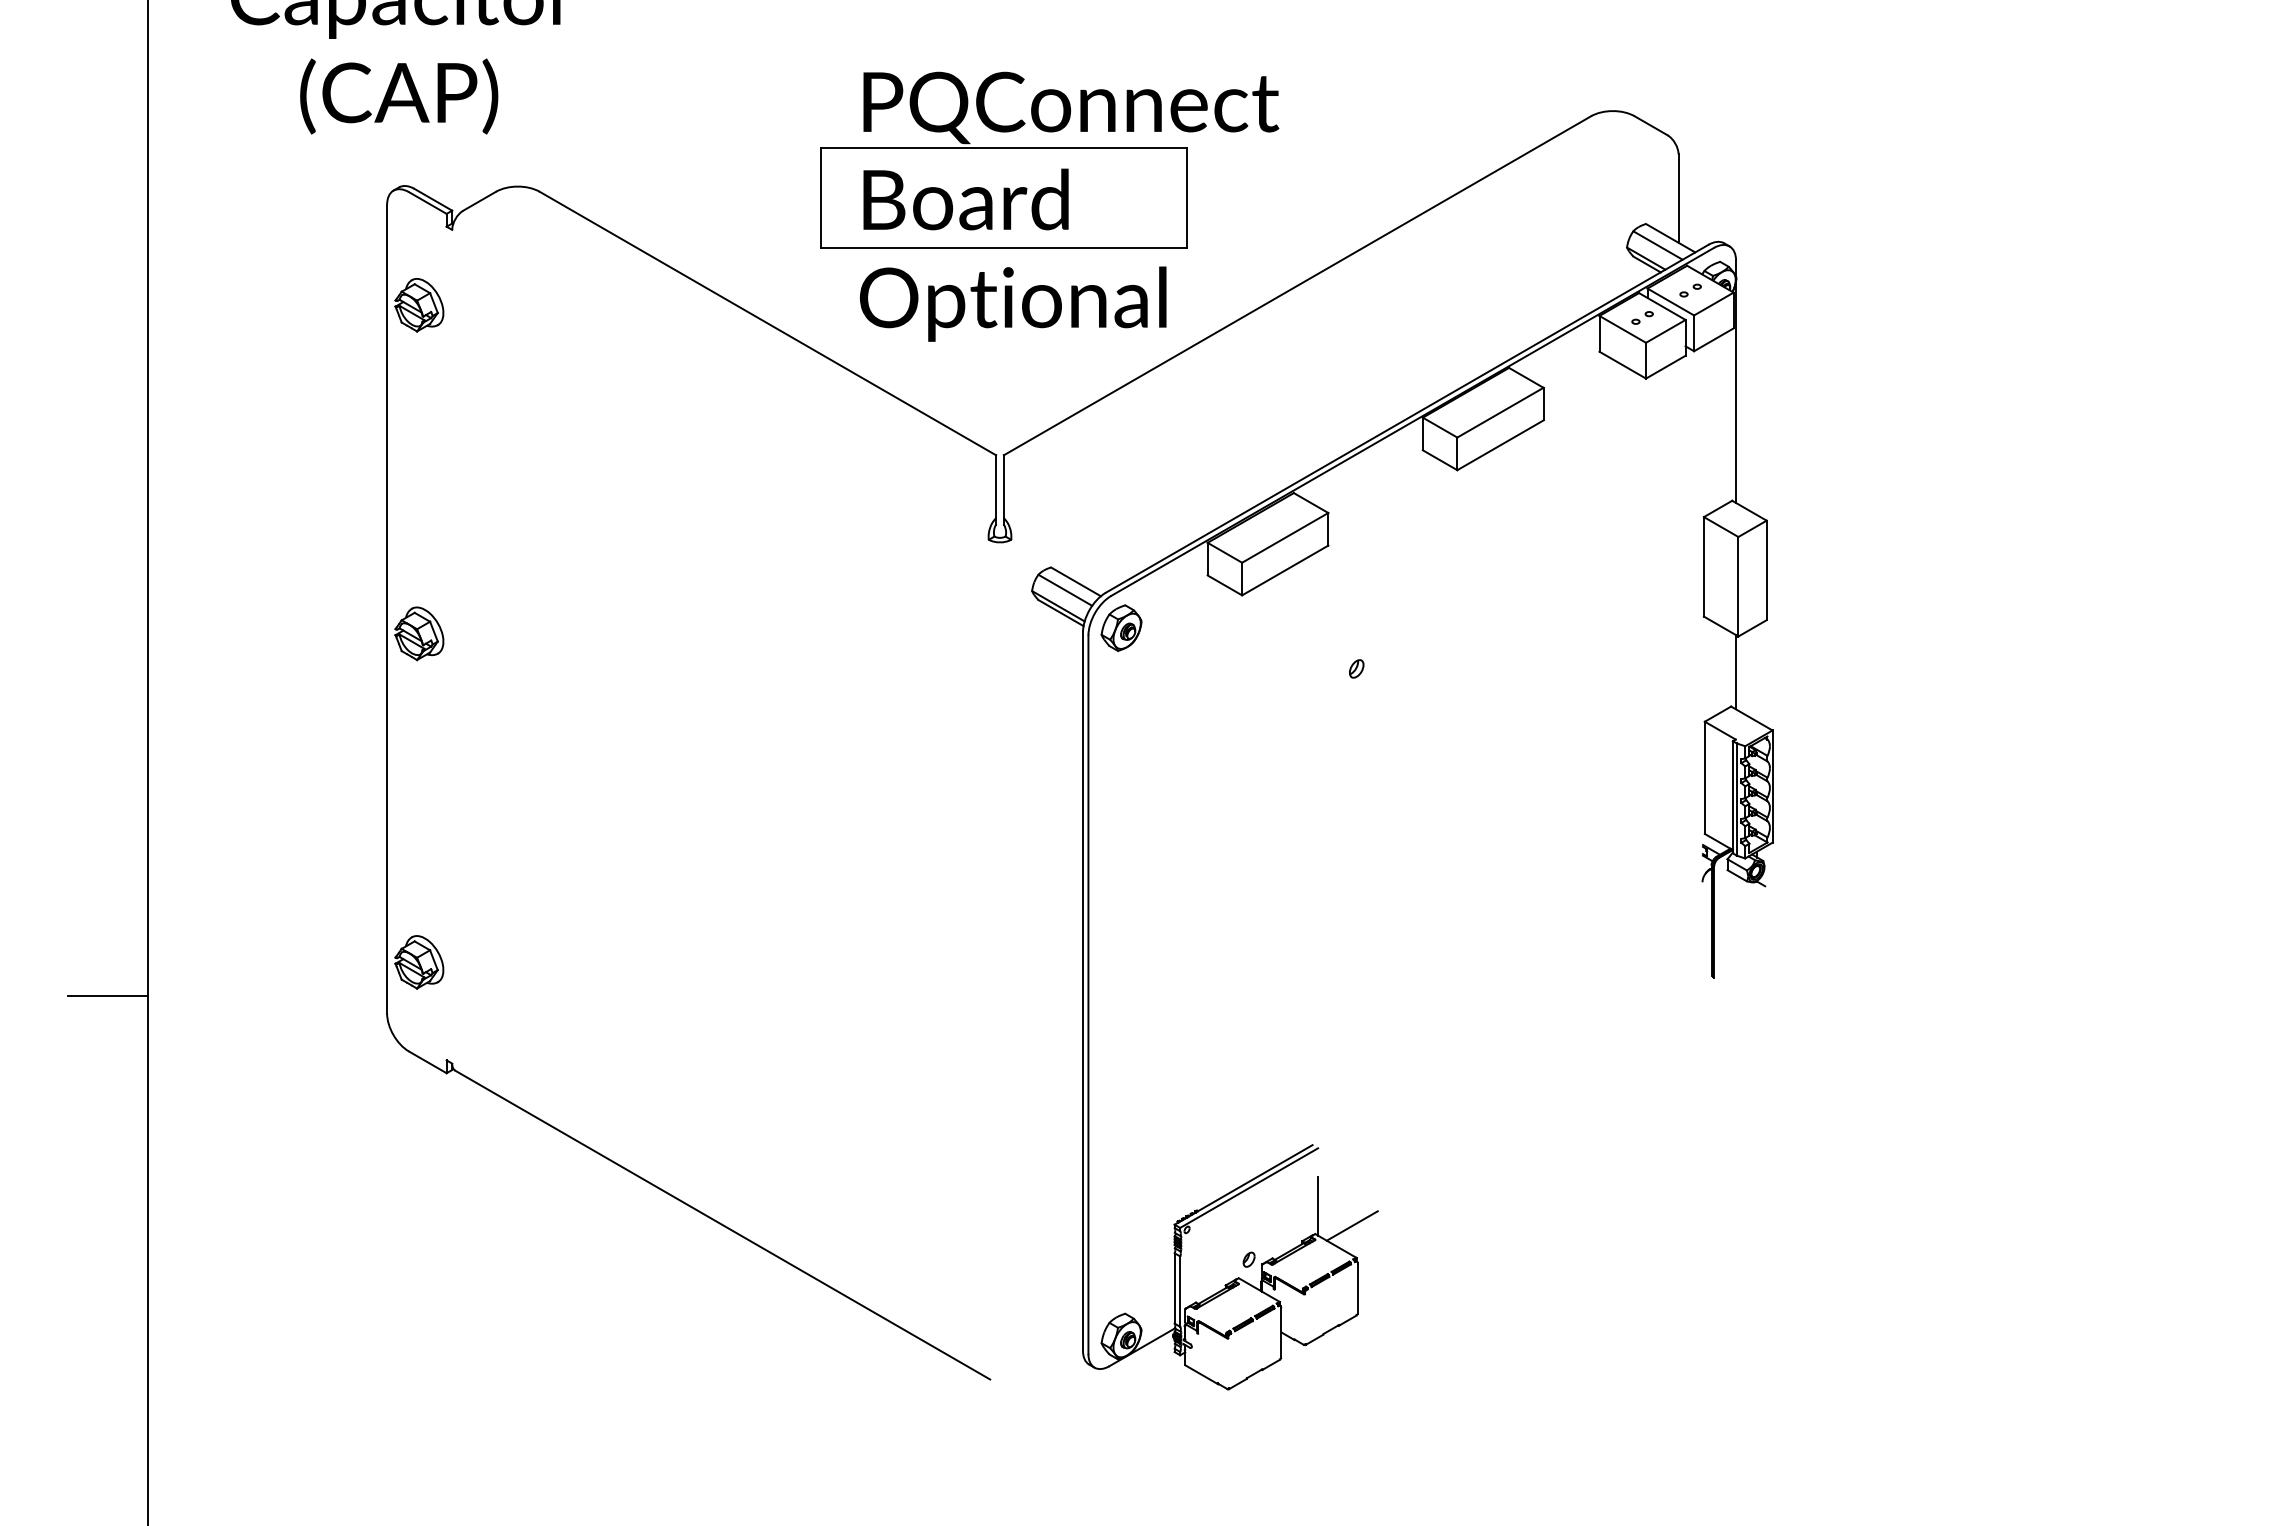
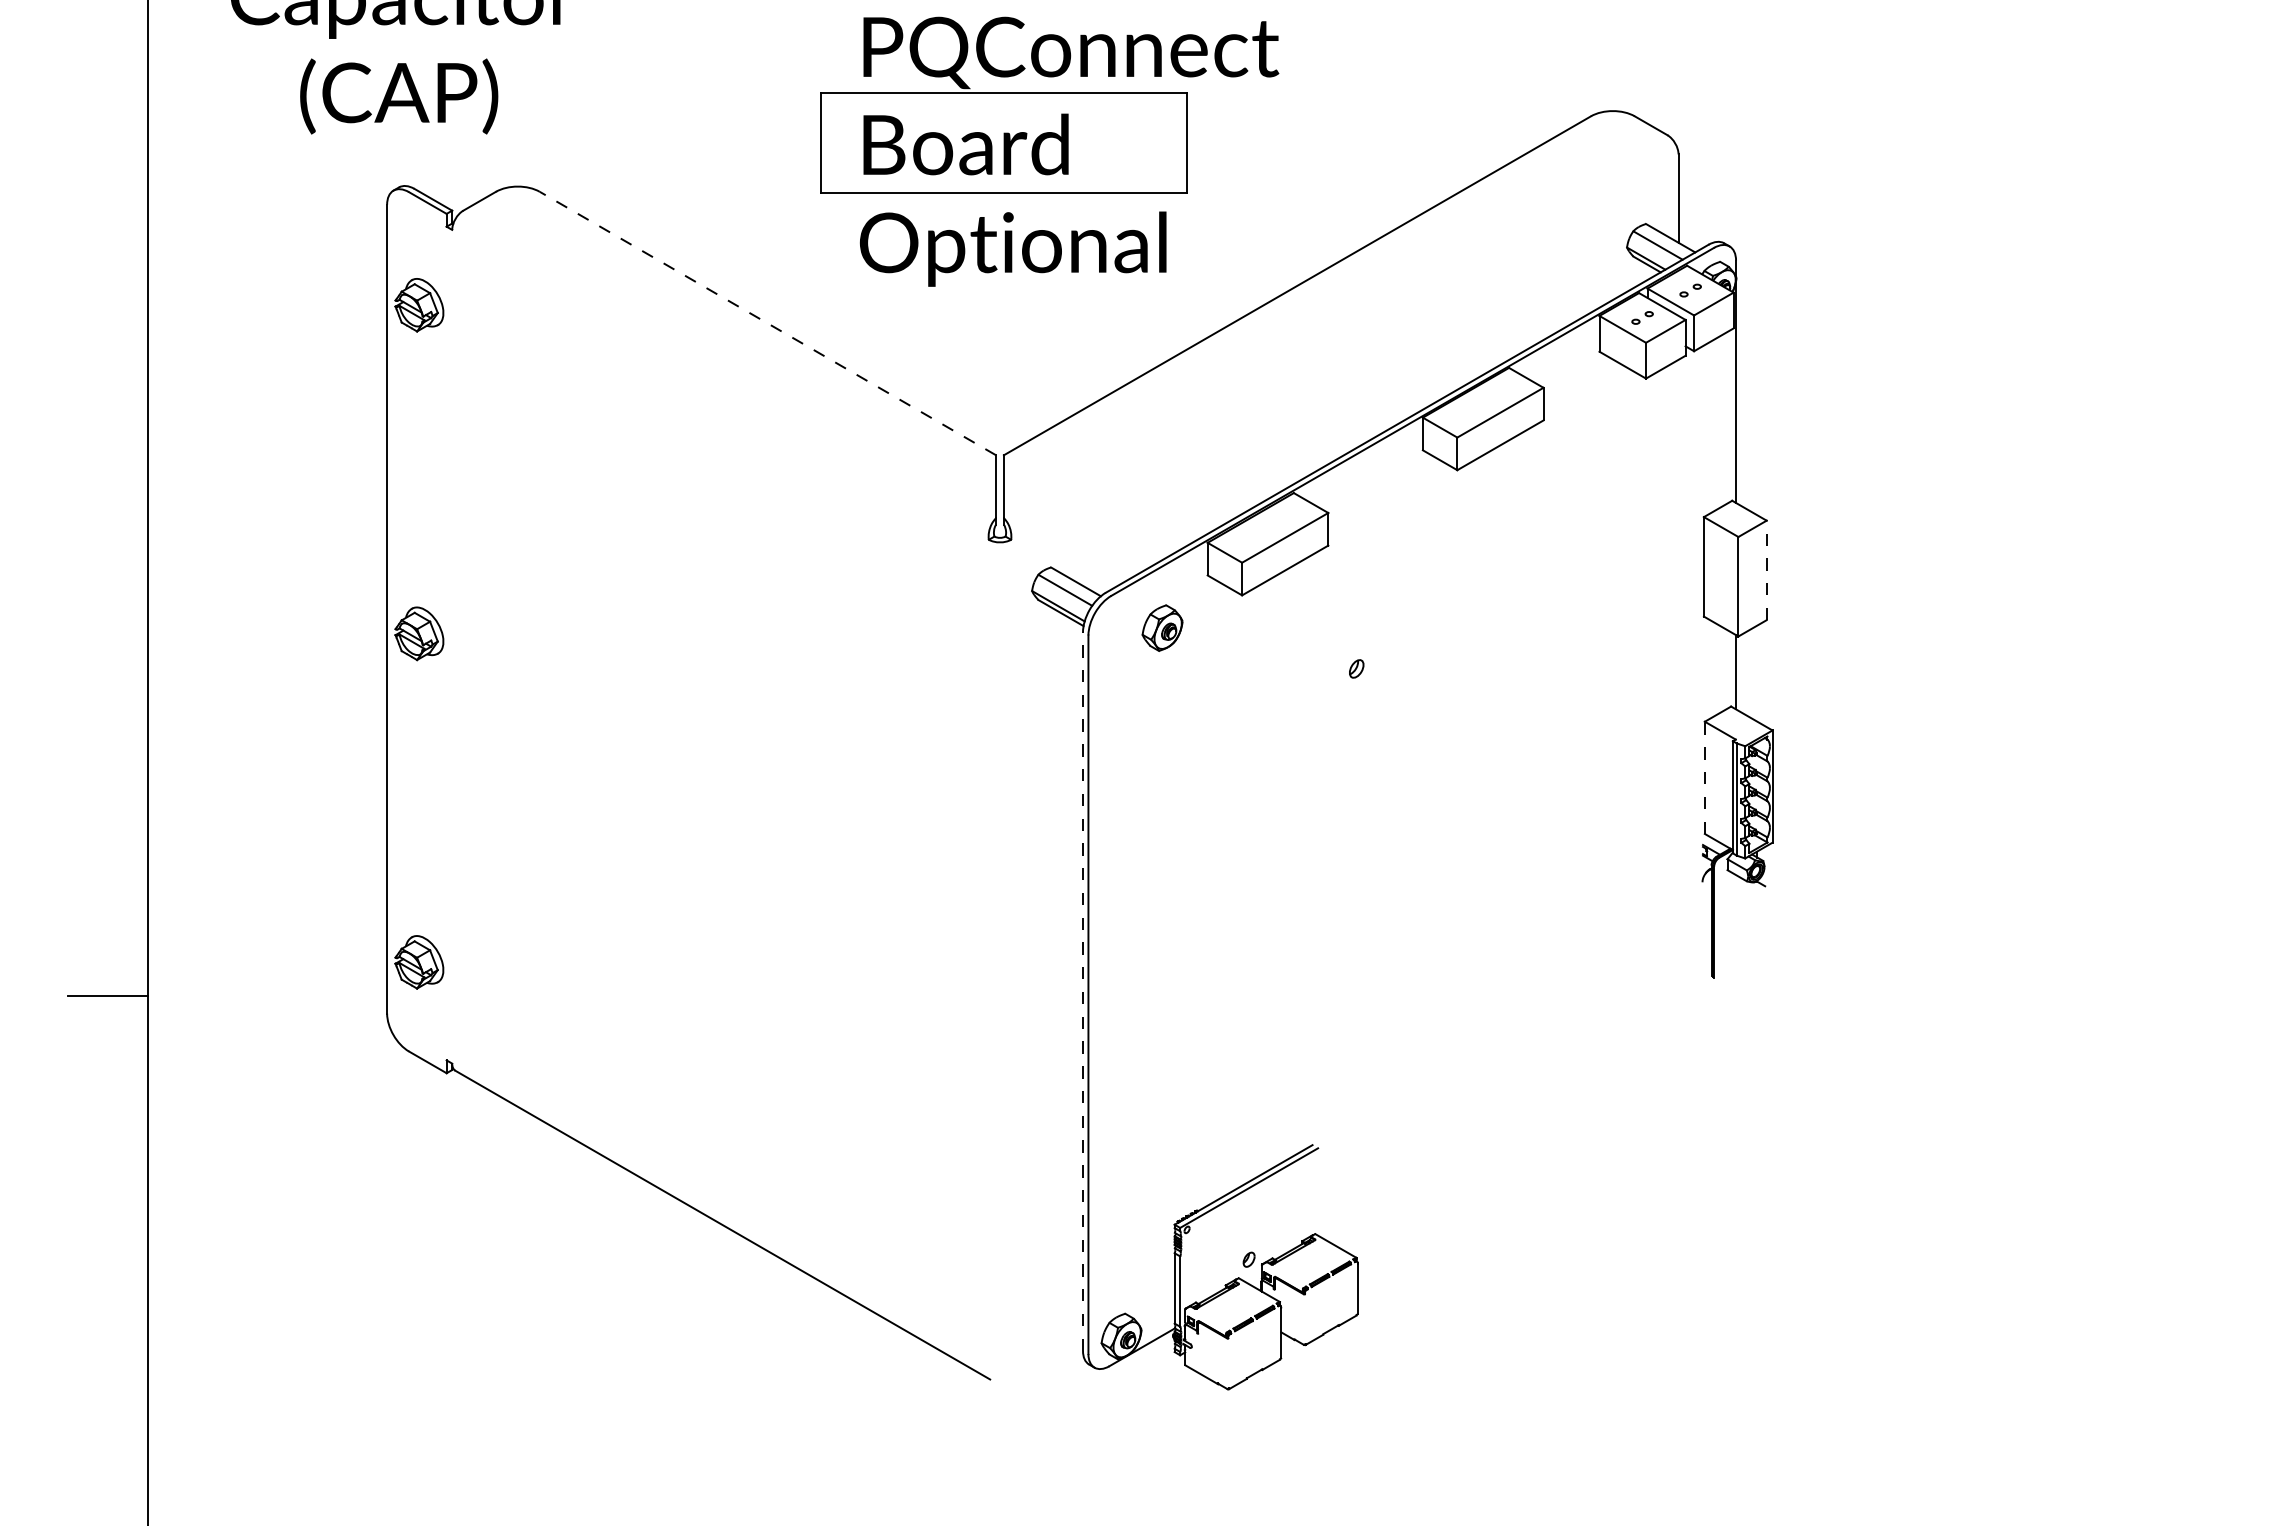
part at (1049, 206) position: (1049, 206) -> (1049, 151)
line at (767, 323): solid -> dashed
line at (1766, 570): solid -> dashed
part at (1121, 627) position: (1121, 627) -> (1162, 627)
line at (1704, 777): solid -> dashed
line at (1083, 991): solid -> dashed
line at (1318, 1205): present -> none
line at (1351, 1225): present -> none
